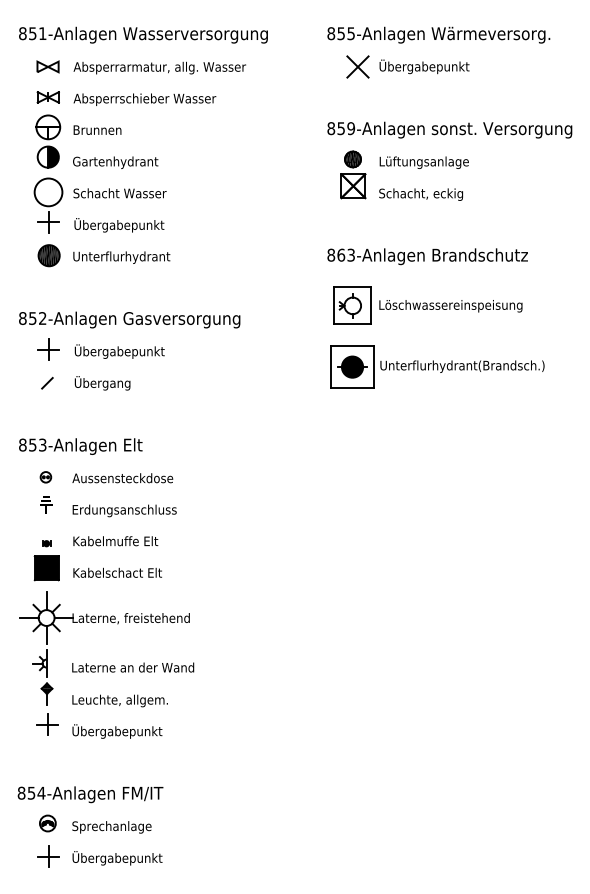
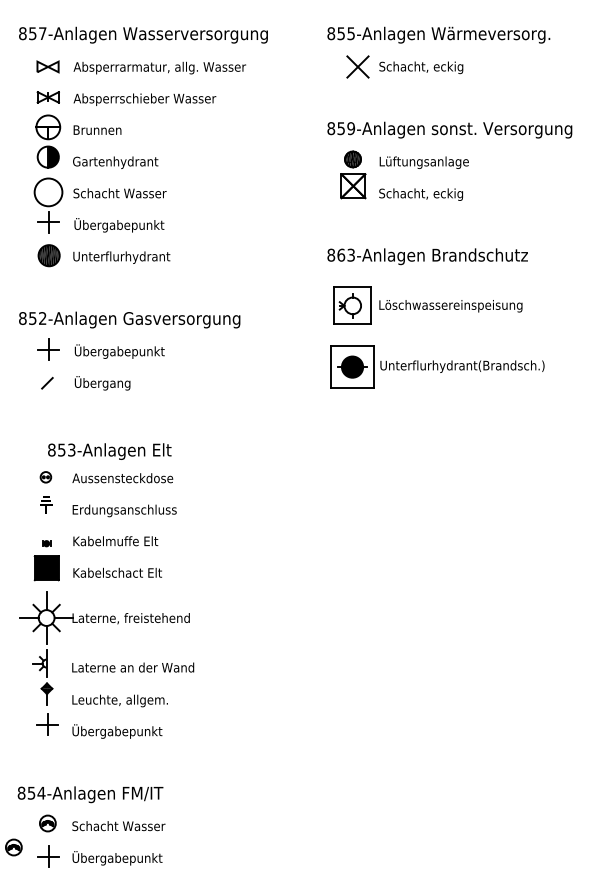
text at (42, 33): 851-Anlagen -> 857-Anlagen
text at (424, 66): Übergabepunkt -> Schacht, eckig
text at (80, 446) position: (80, 446) -> (109, 451)
text at (122, 827): Sprechanlage -> Schacht Wasser
part at (13, 847): none -> present
